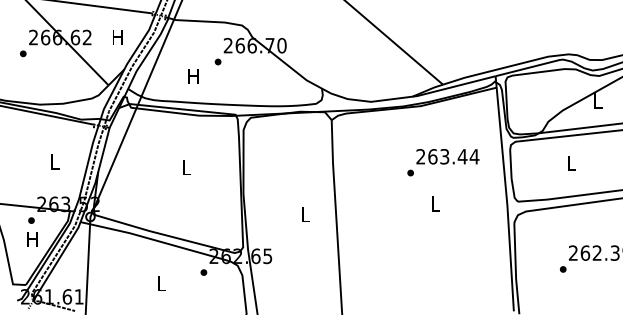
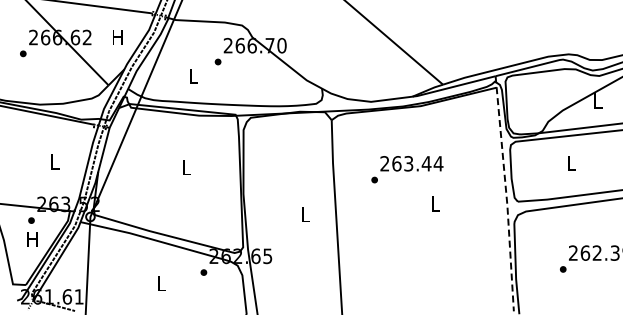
text at (193, 76): H -> L
text at (443, 162) position: (443, 162) -> (407, 169)
line at (506, 194): solid -> dashed
